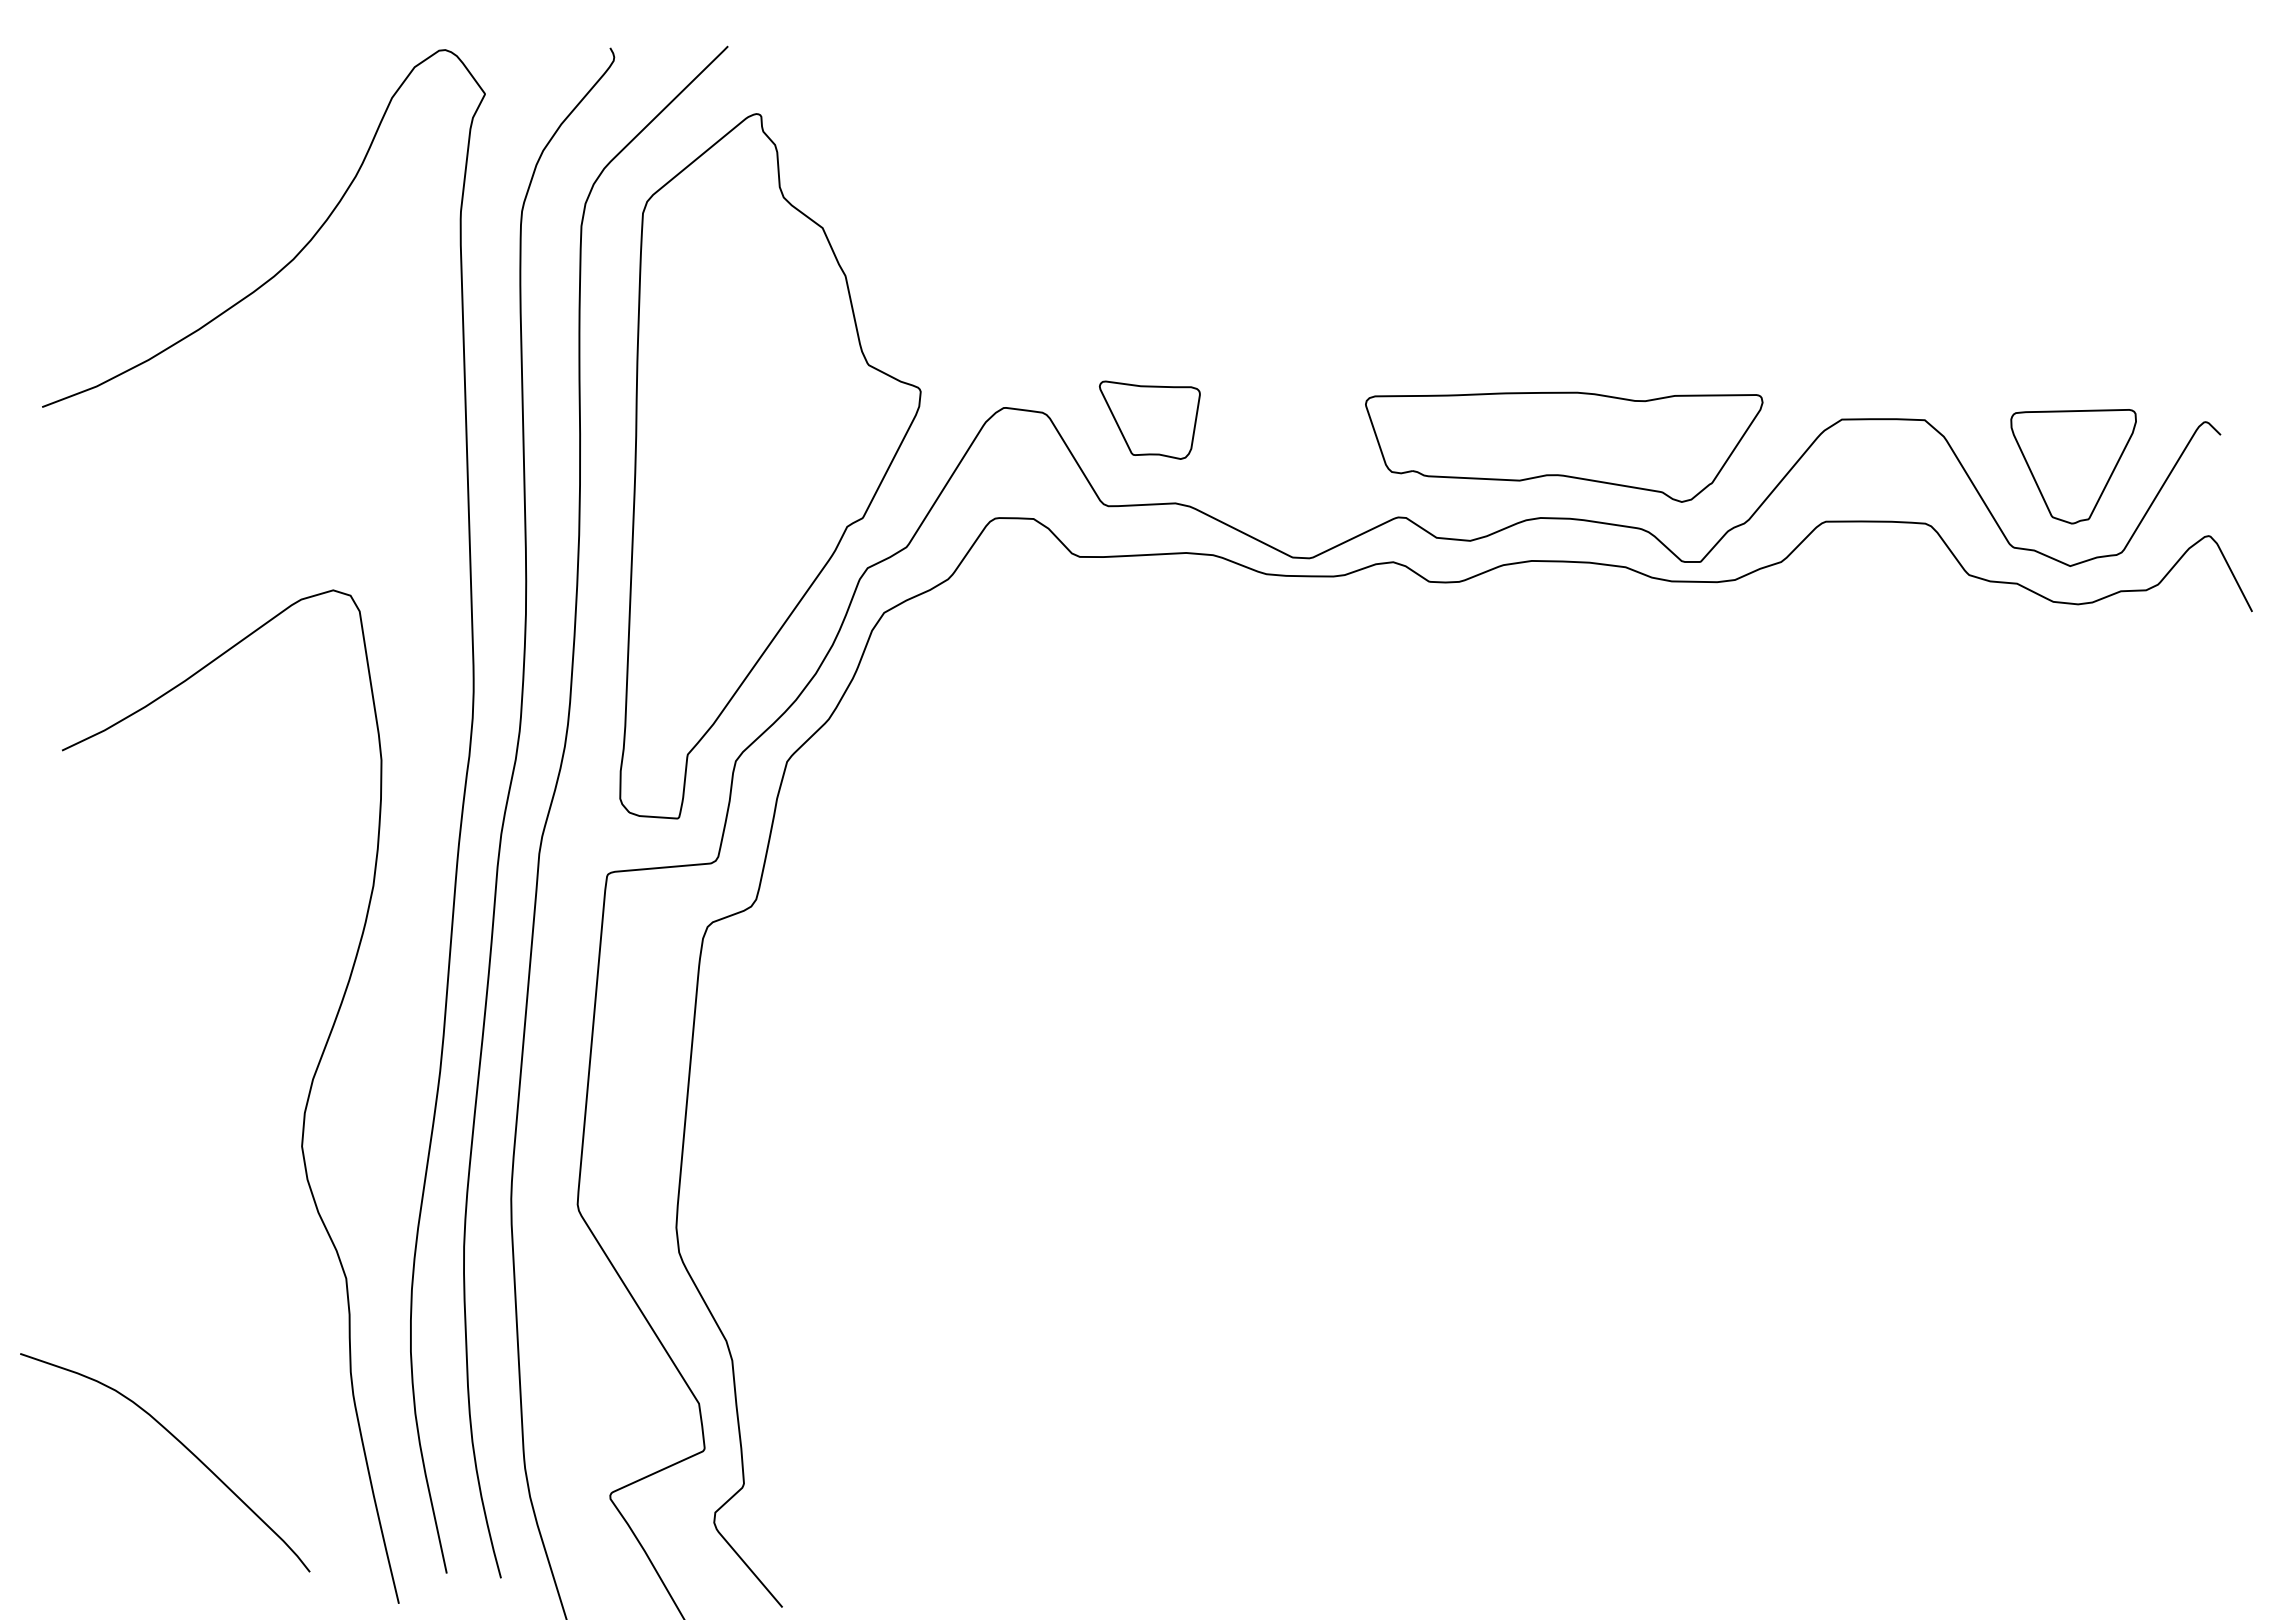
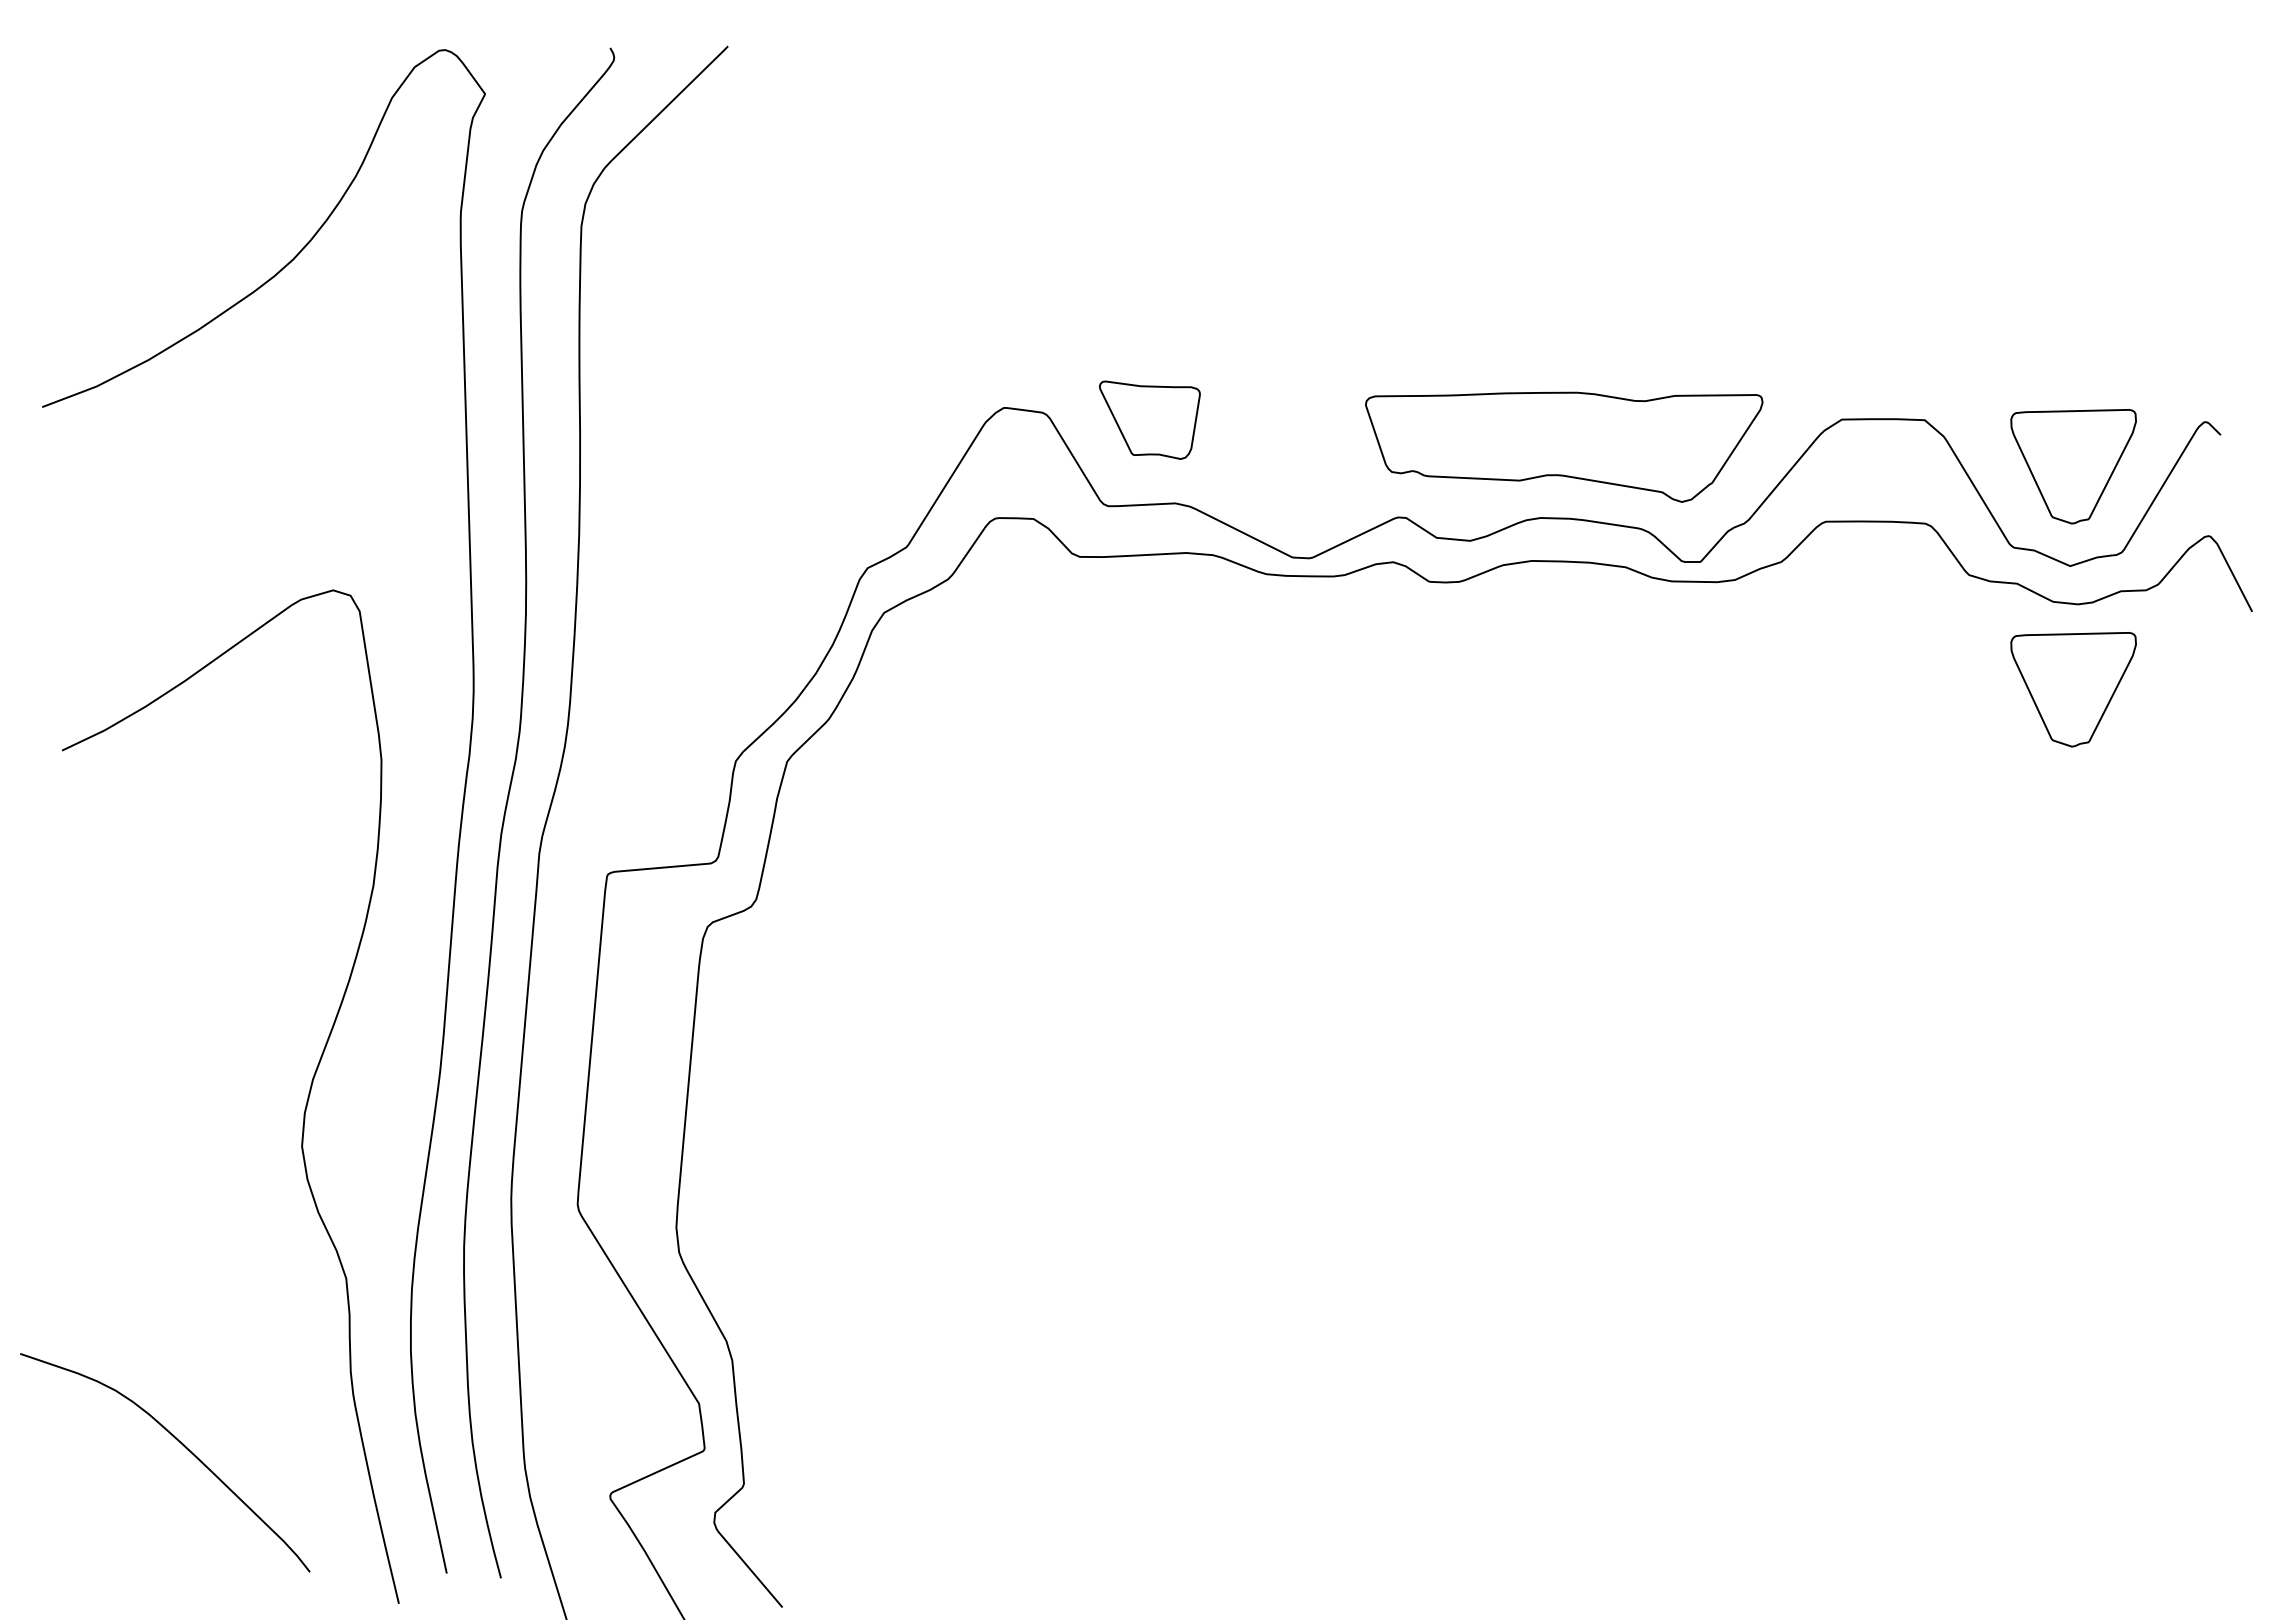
part at (770, 466): present -> none
part at (2073, 689): none -> present
